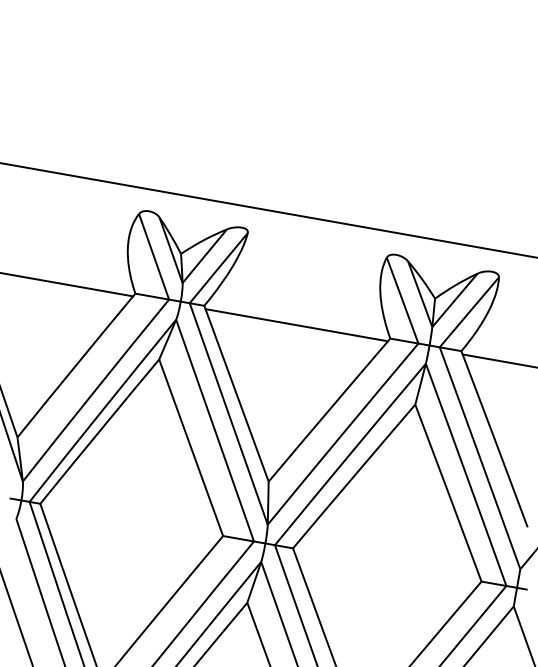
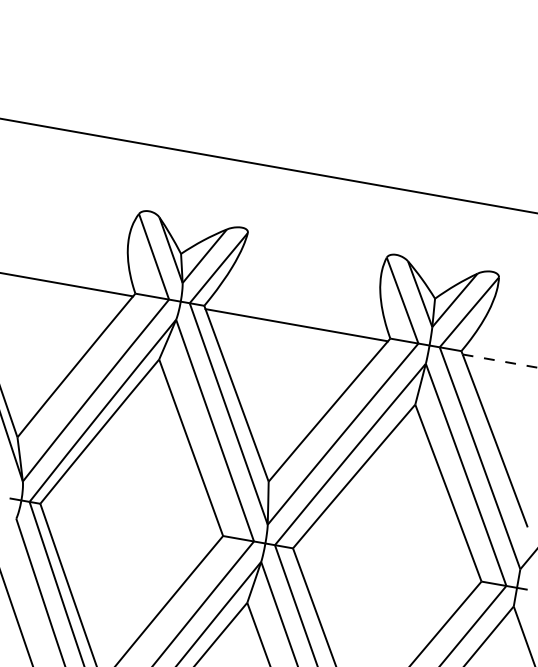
line at (268, 210) position: (268, 210) -> (268, 165)
line at (499, 361): solid -> dashed
